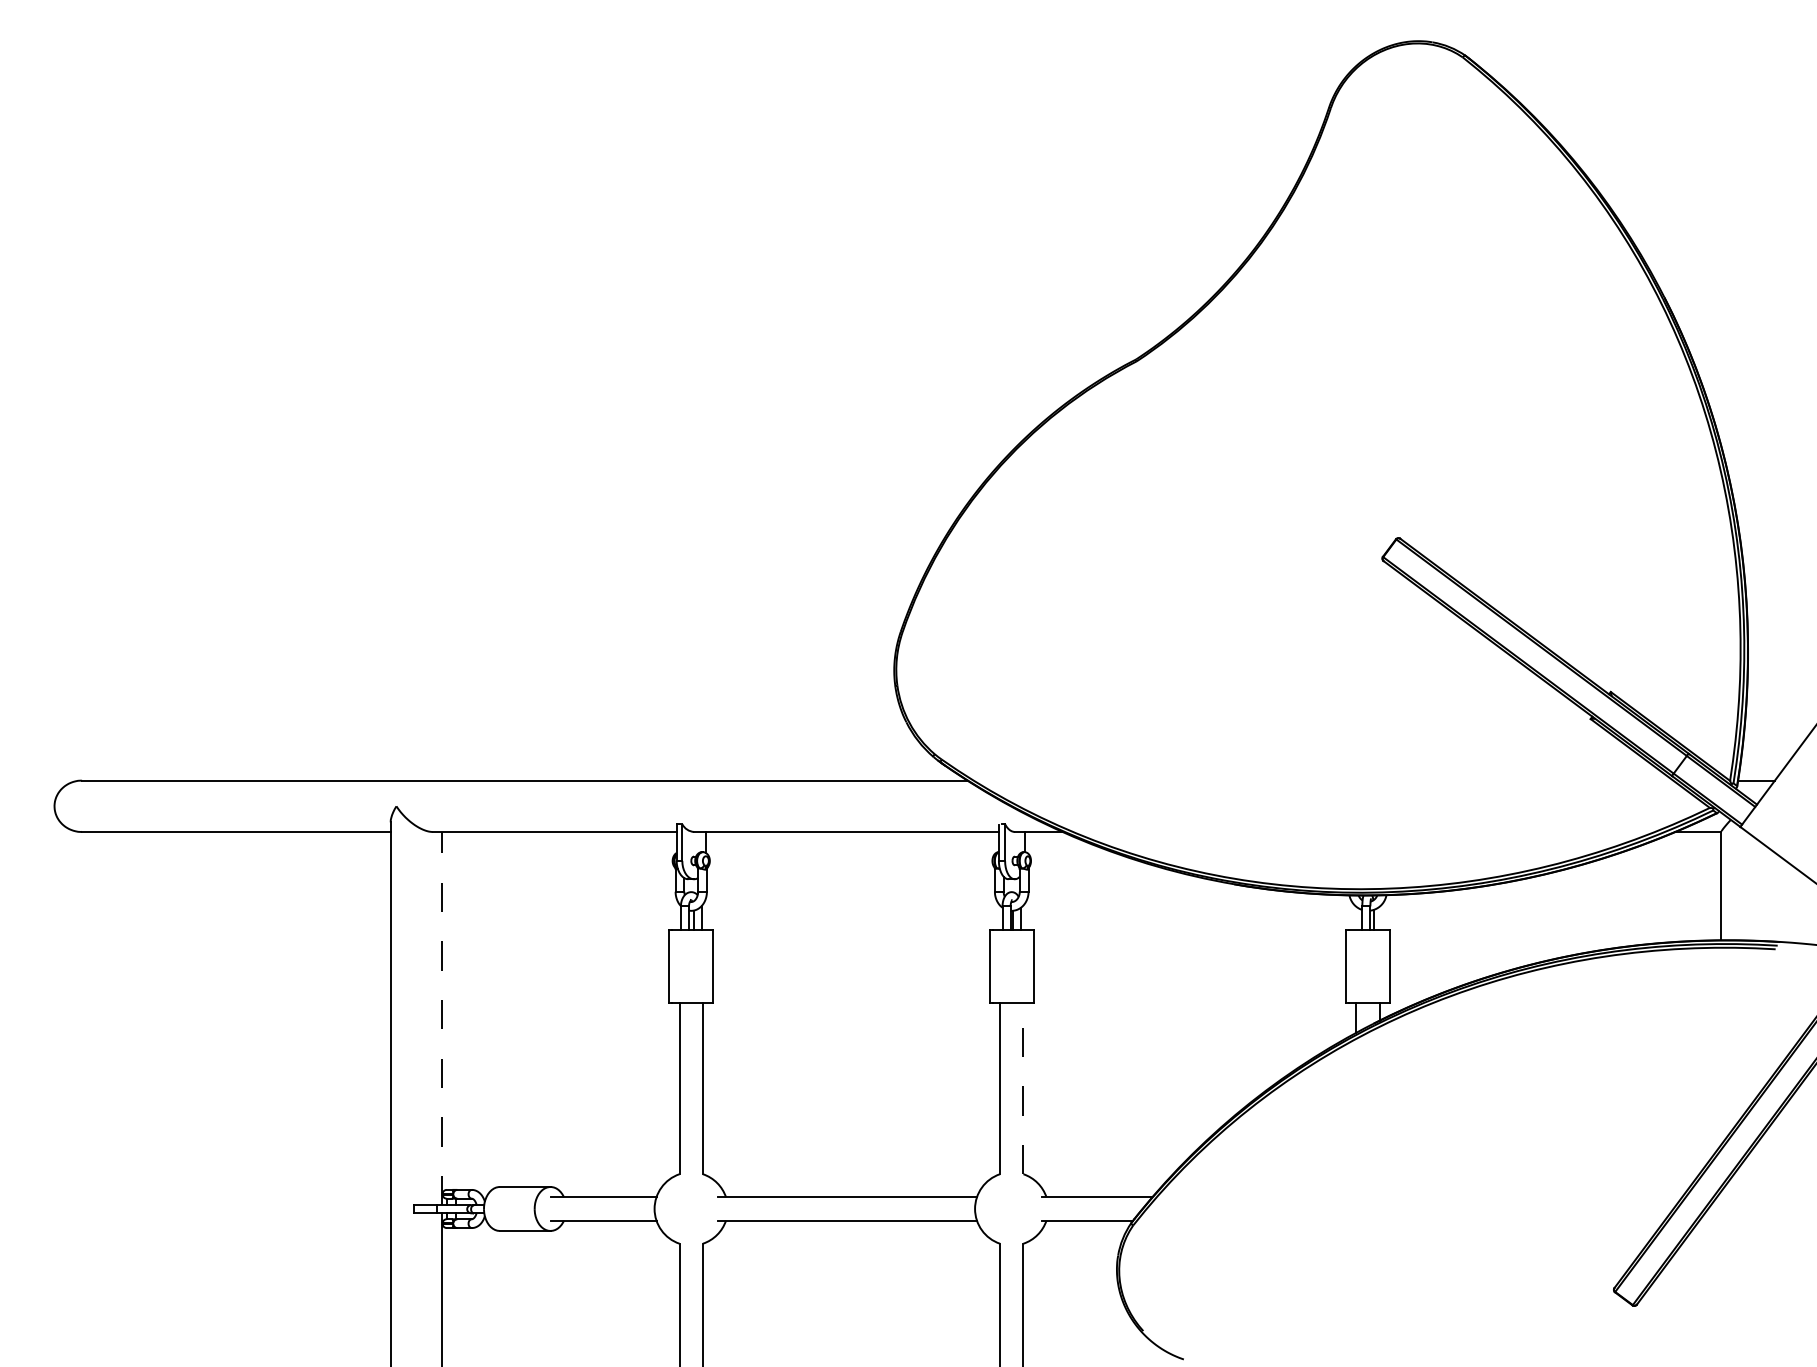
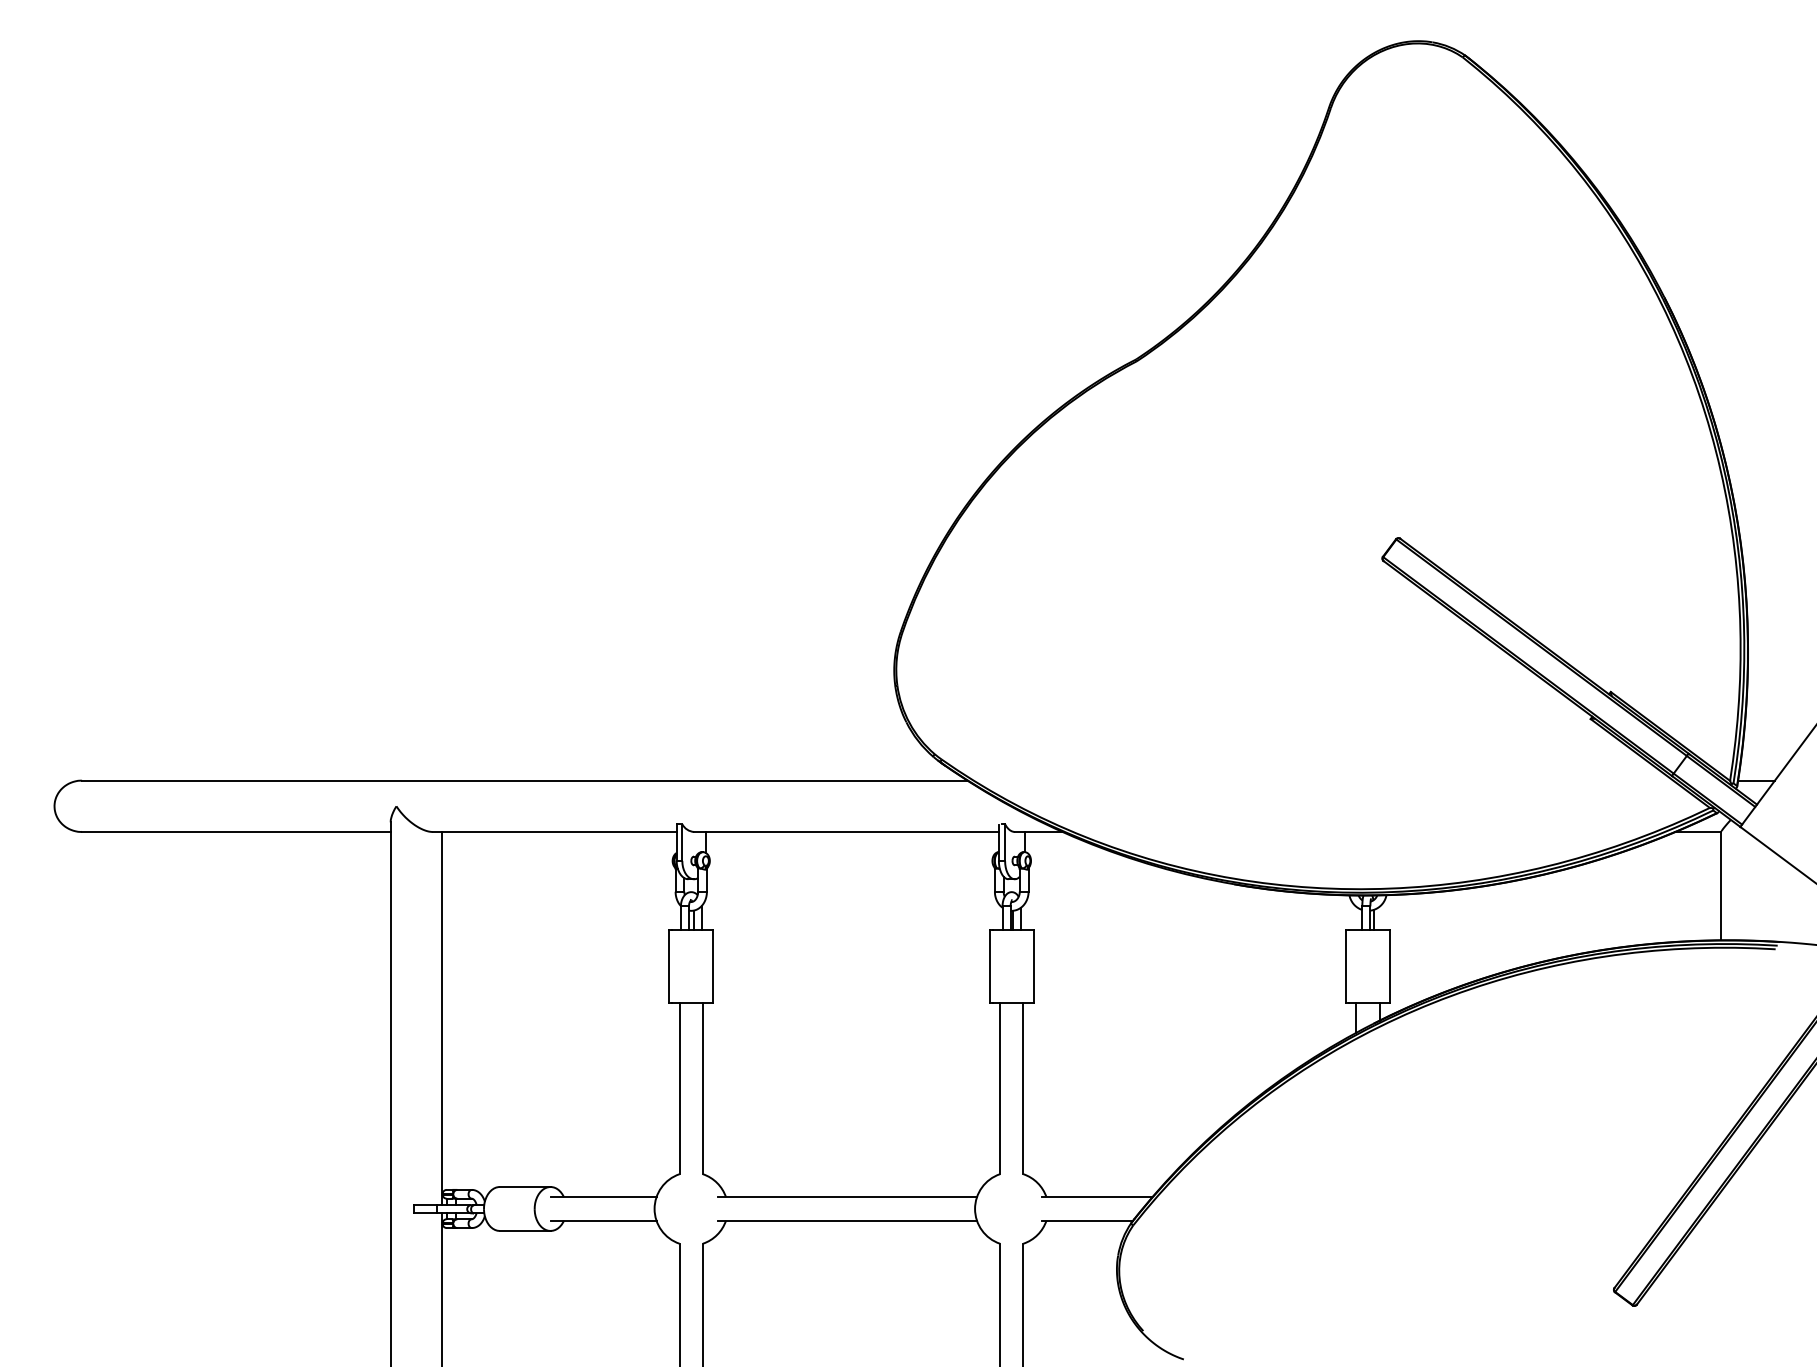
line at (442, 1018): dashed -> solid
line at (1023, 1088): dashed -> solid
